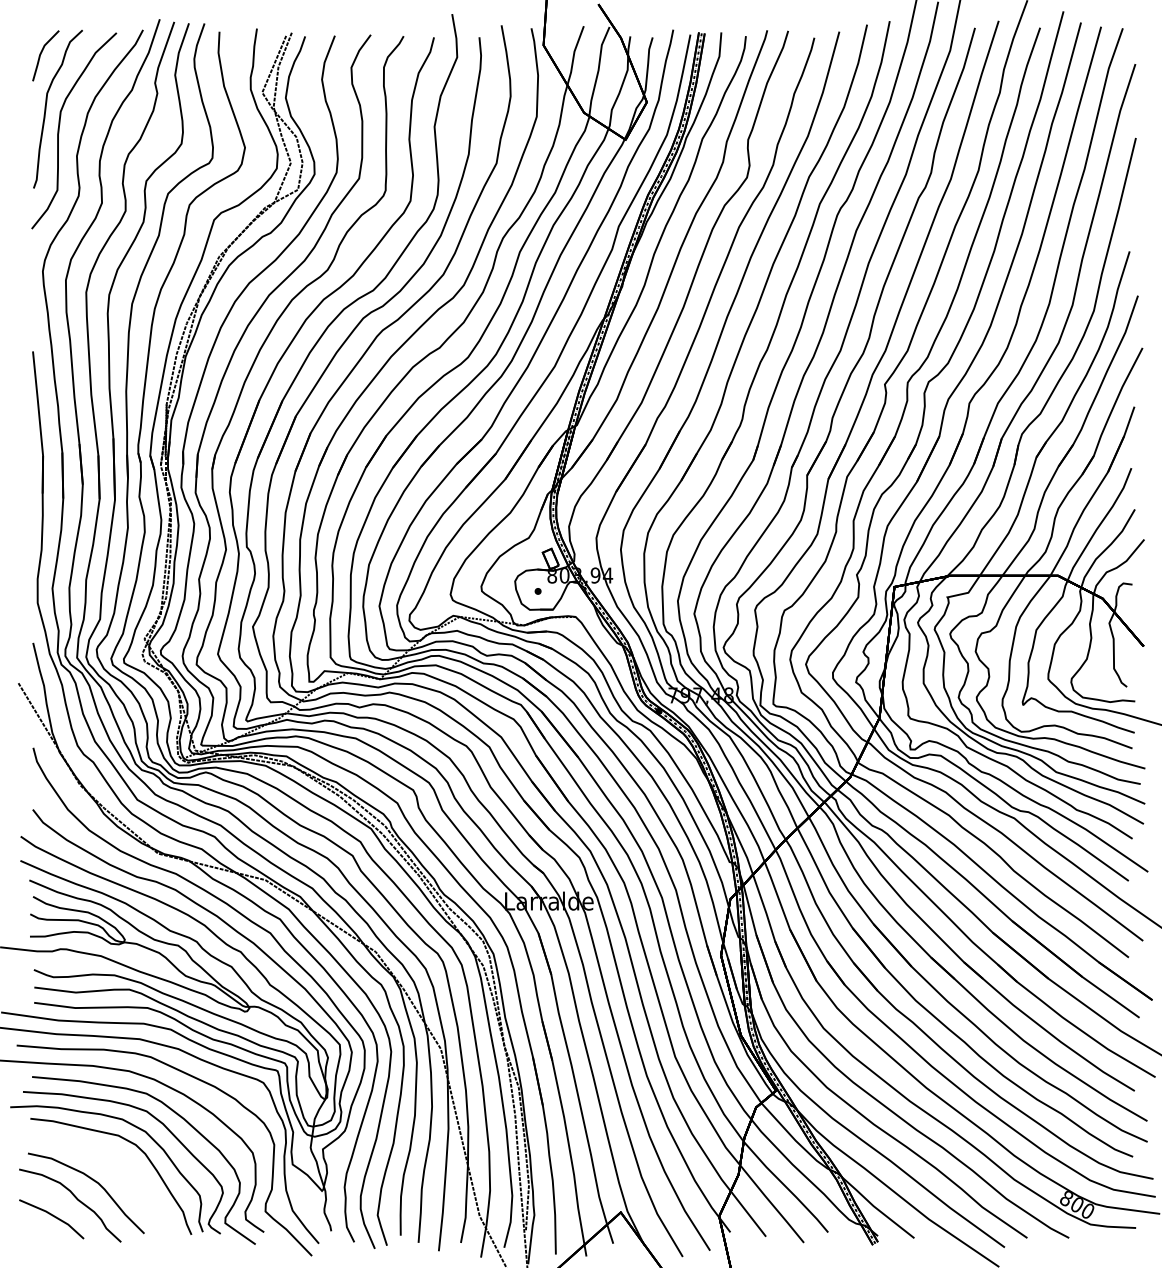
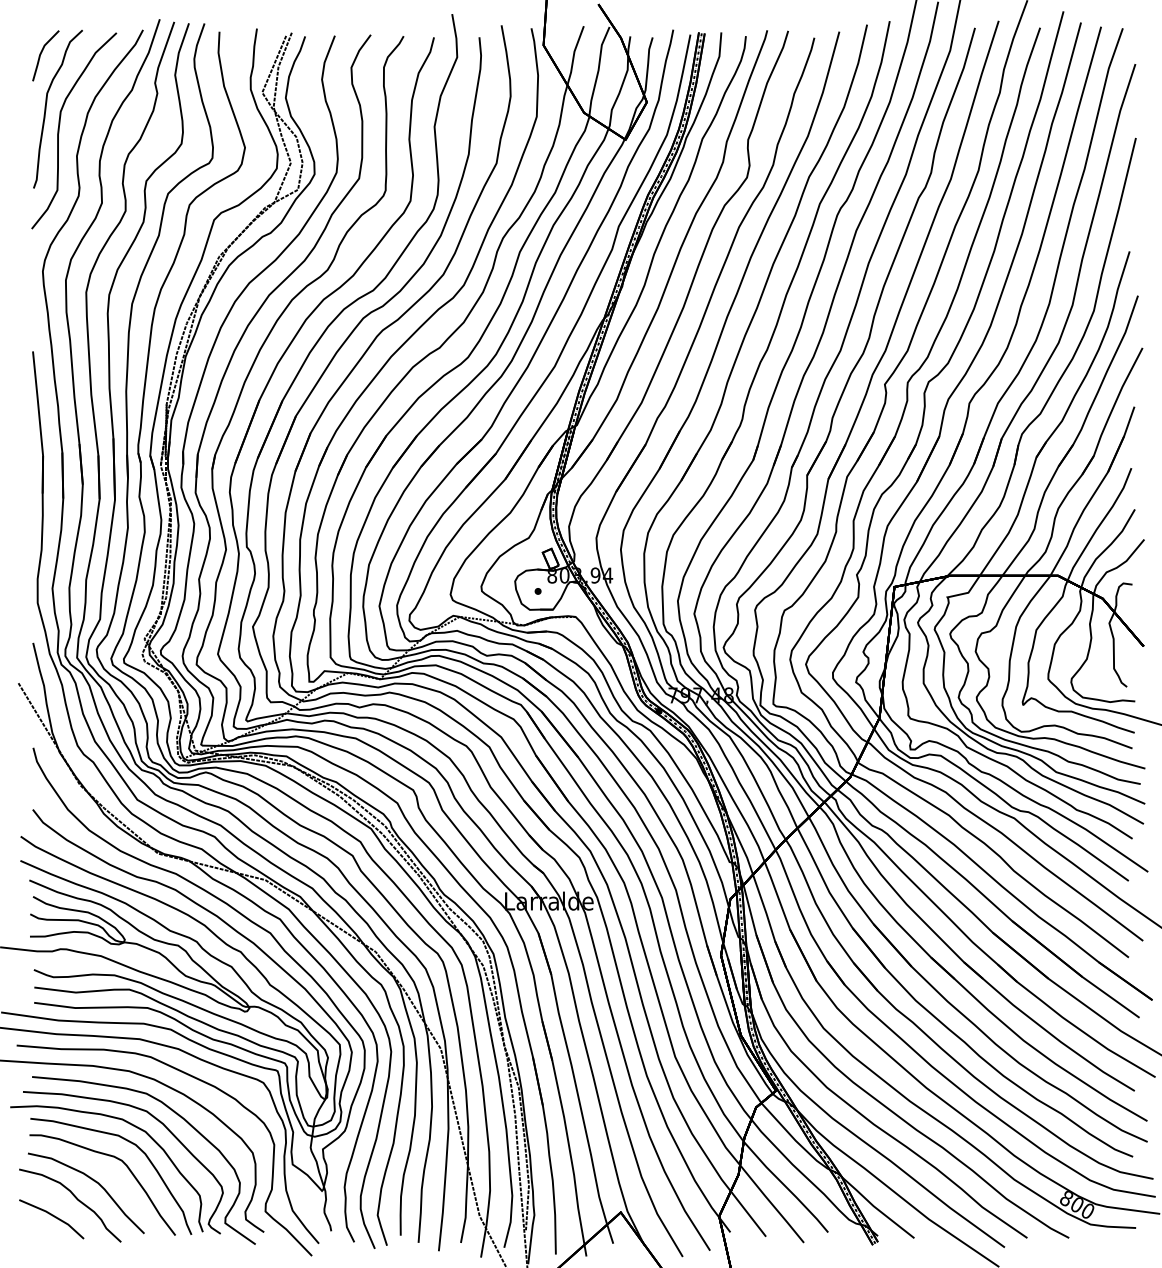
curve at (112, 1157): none -> present
